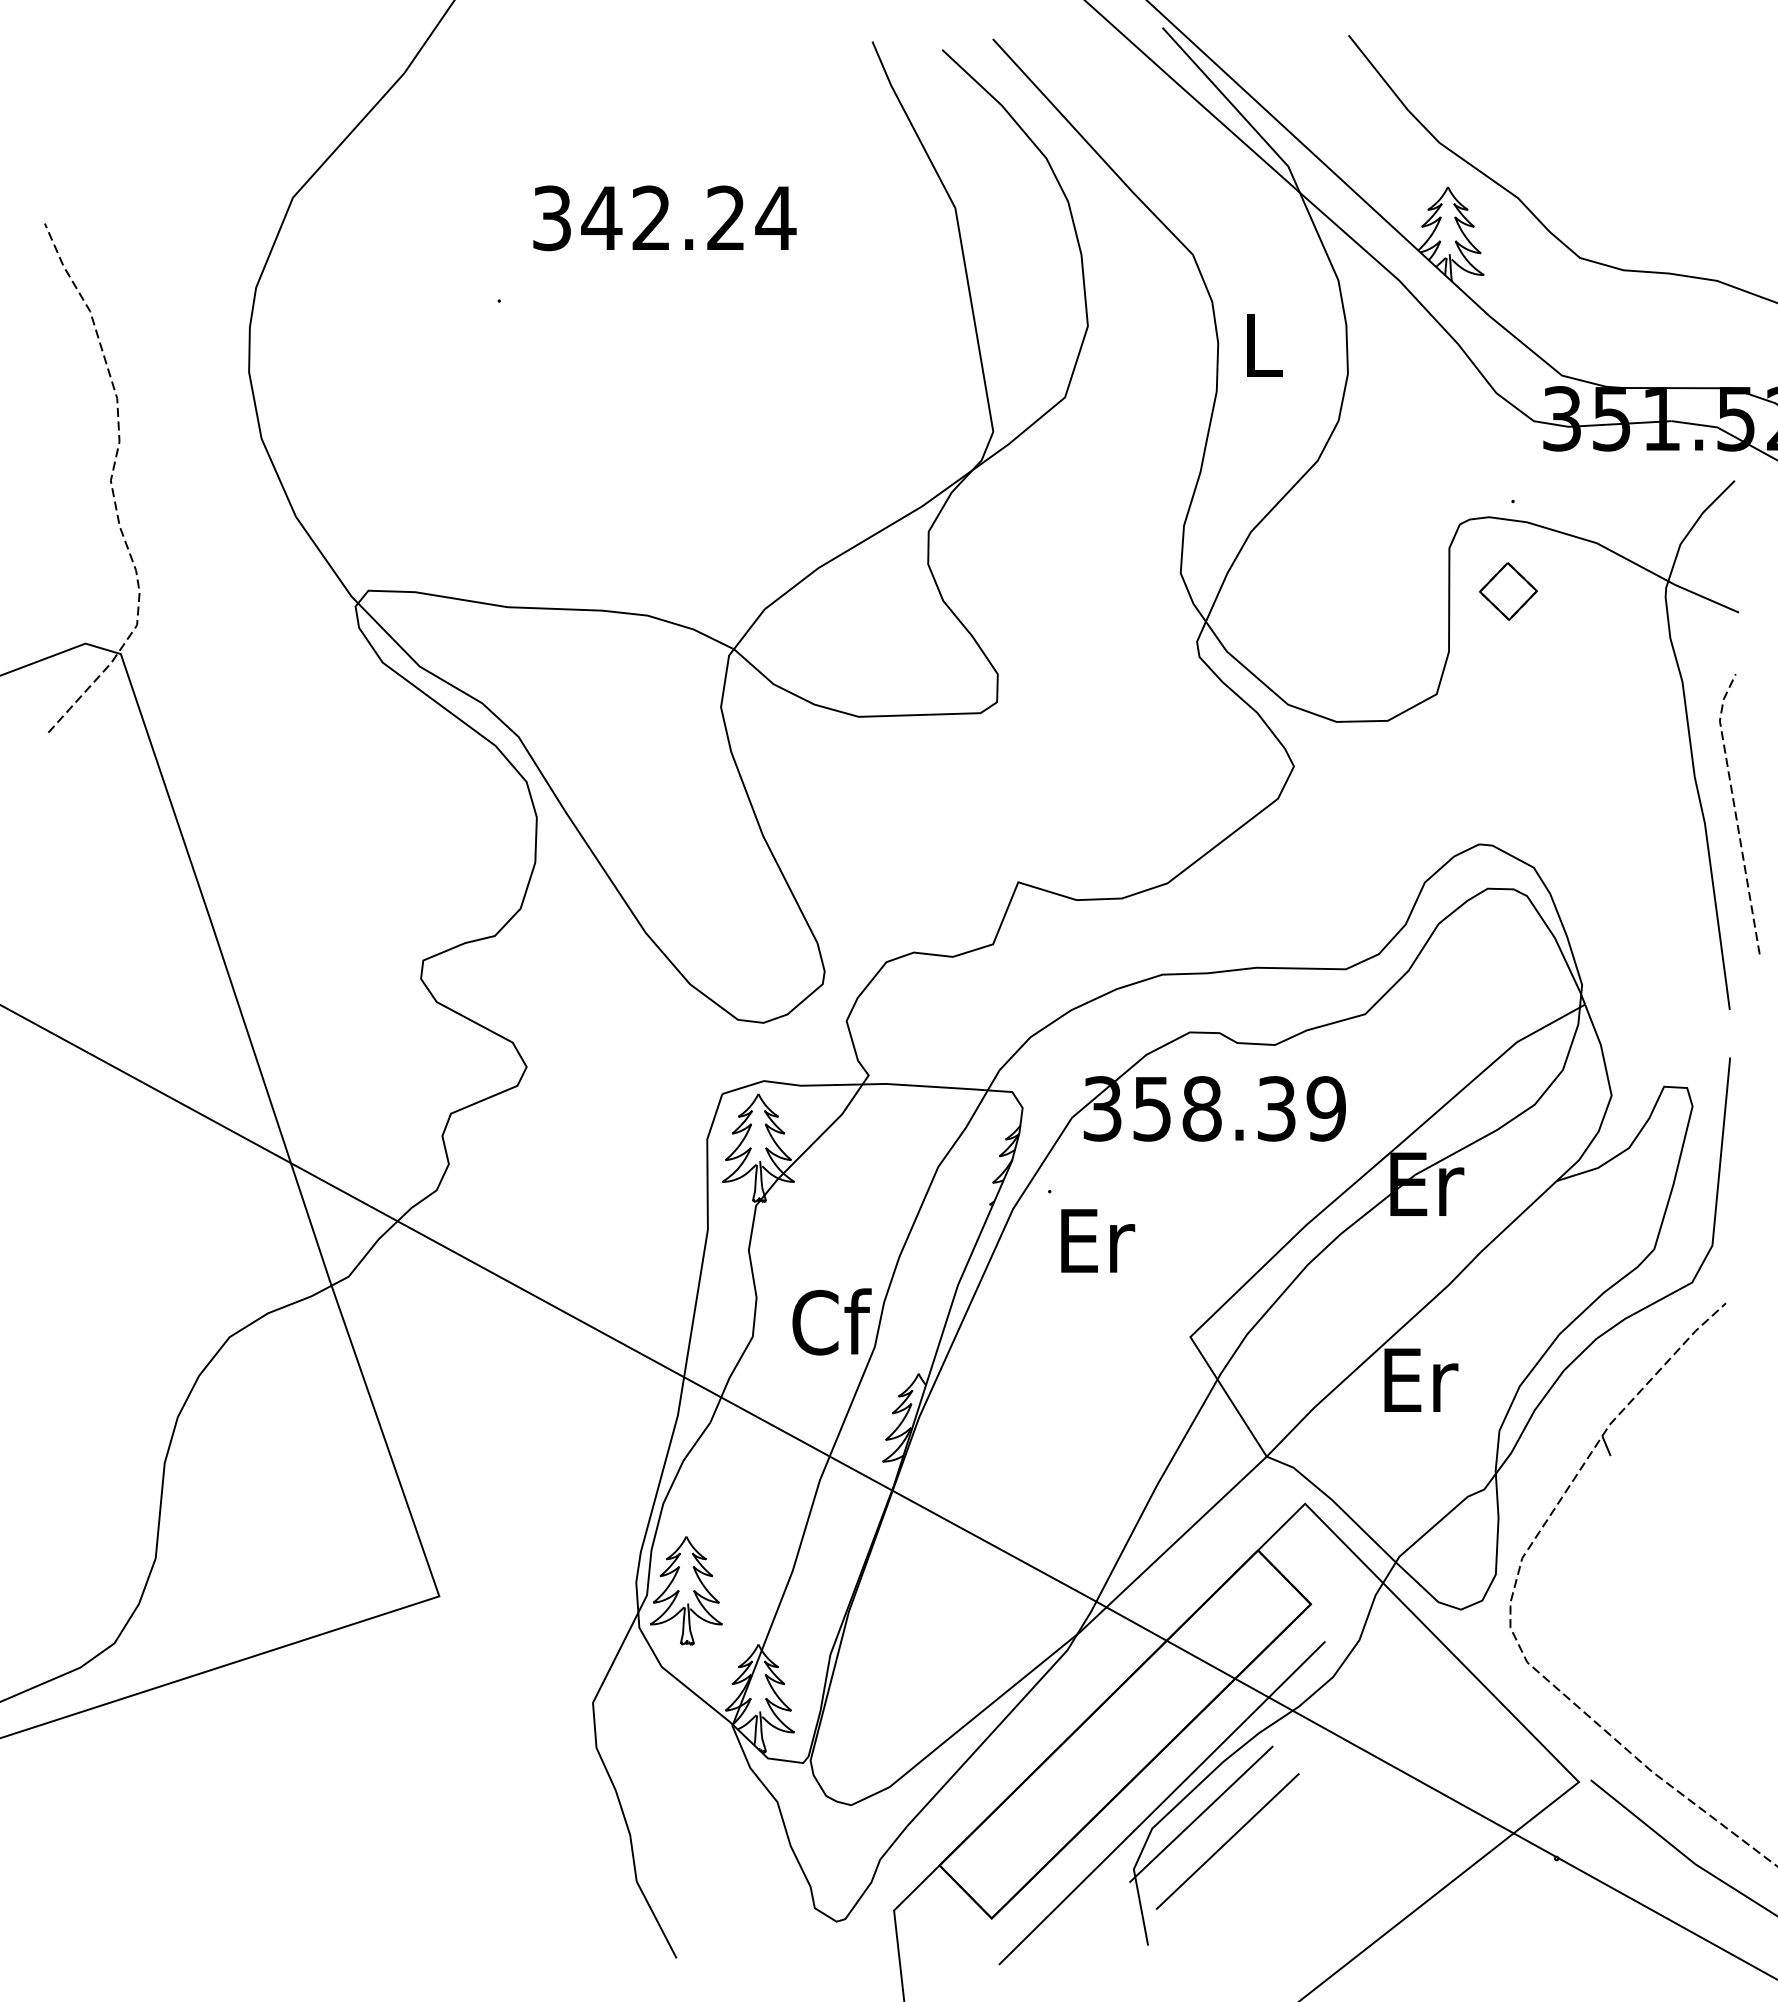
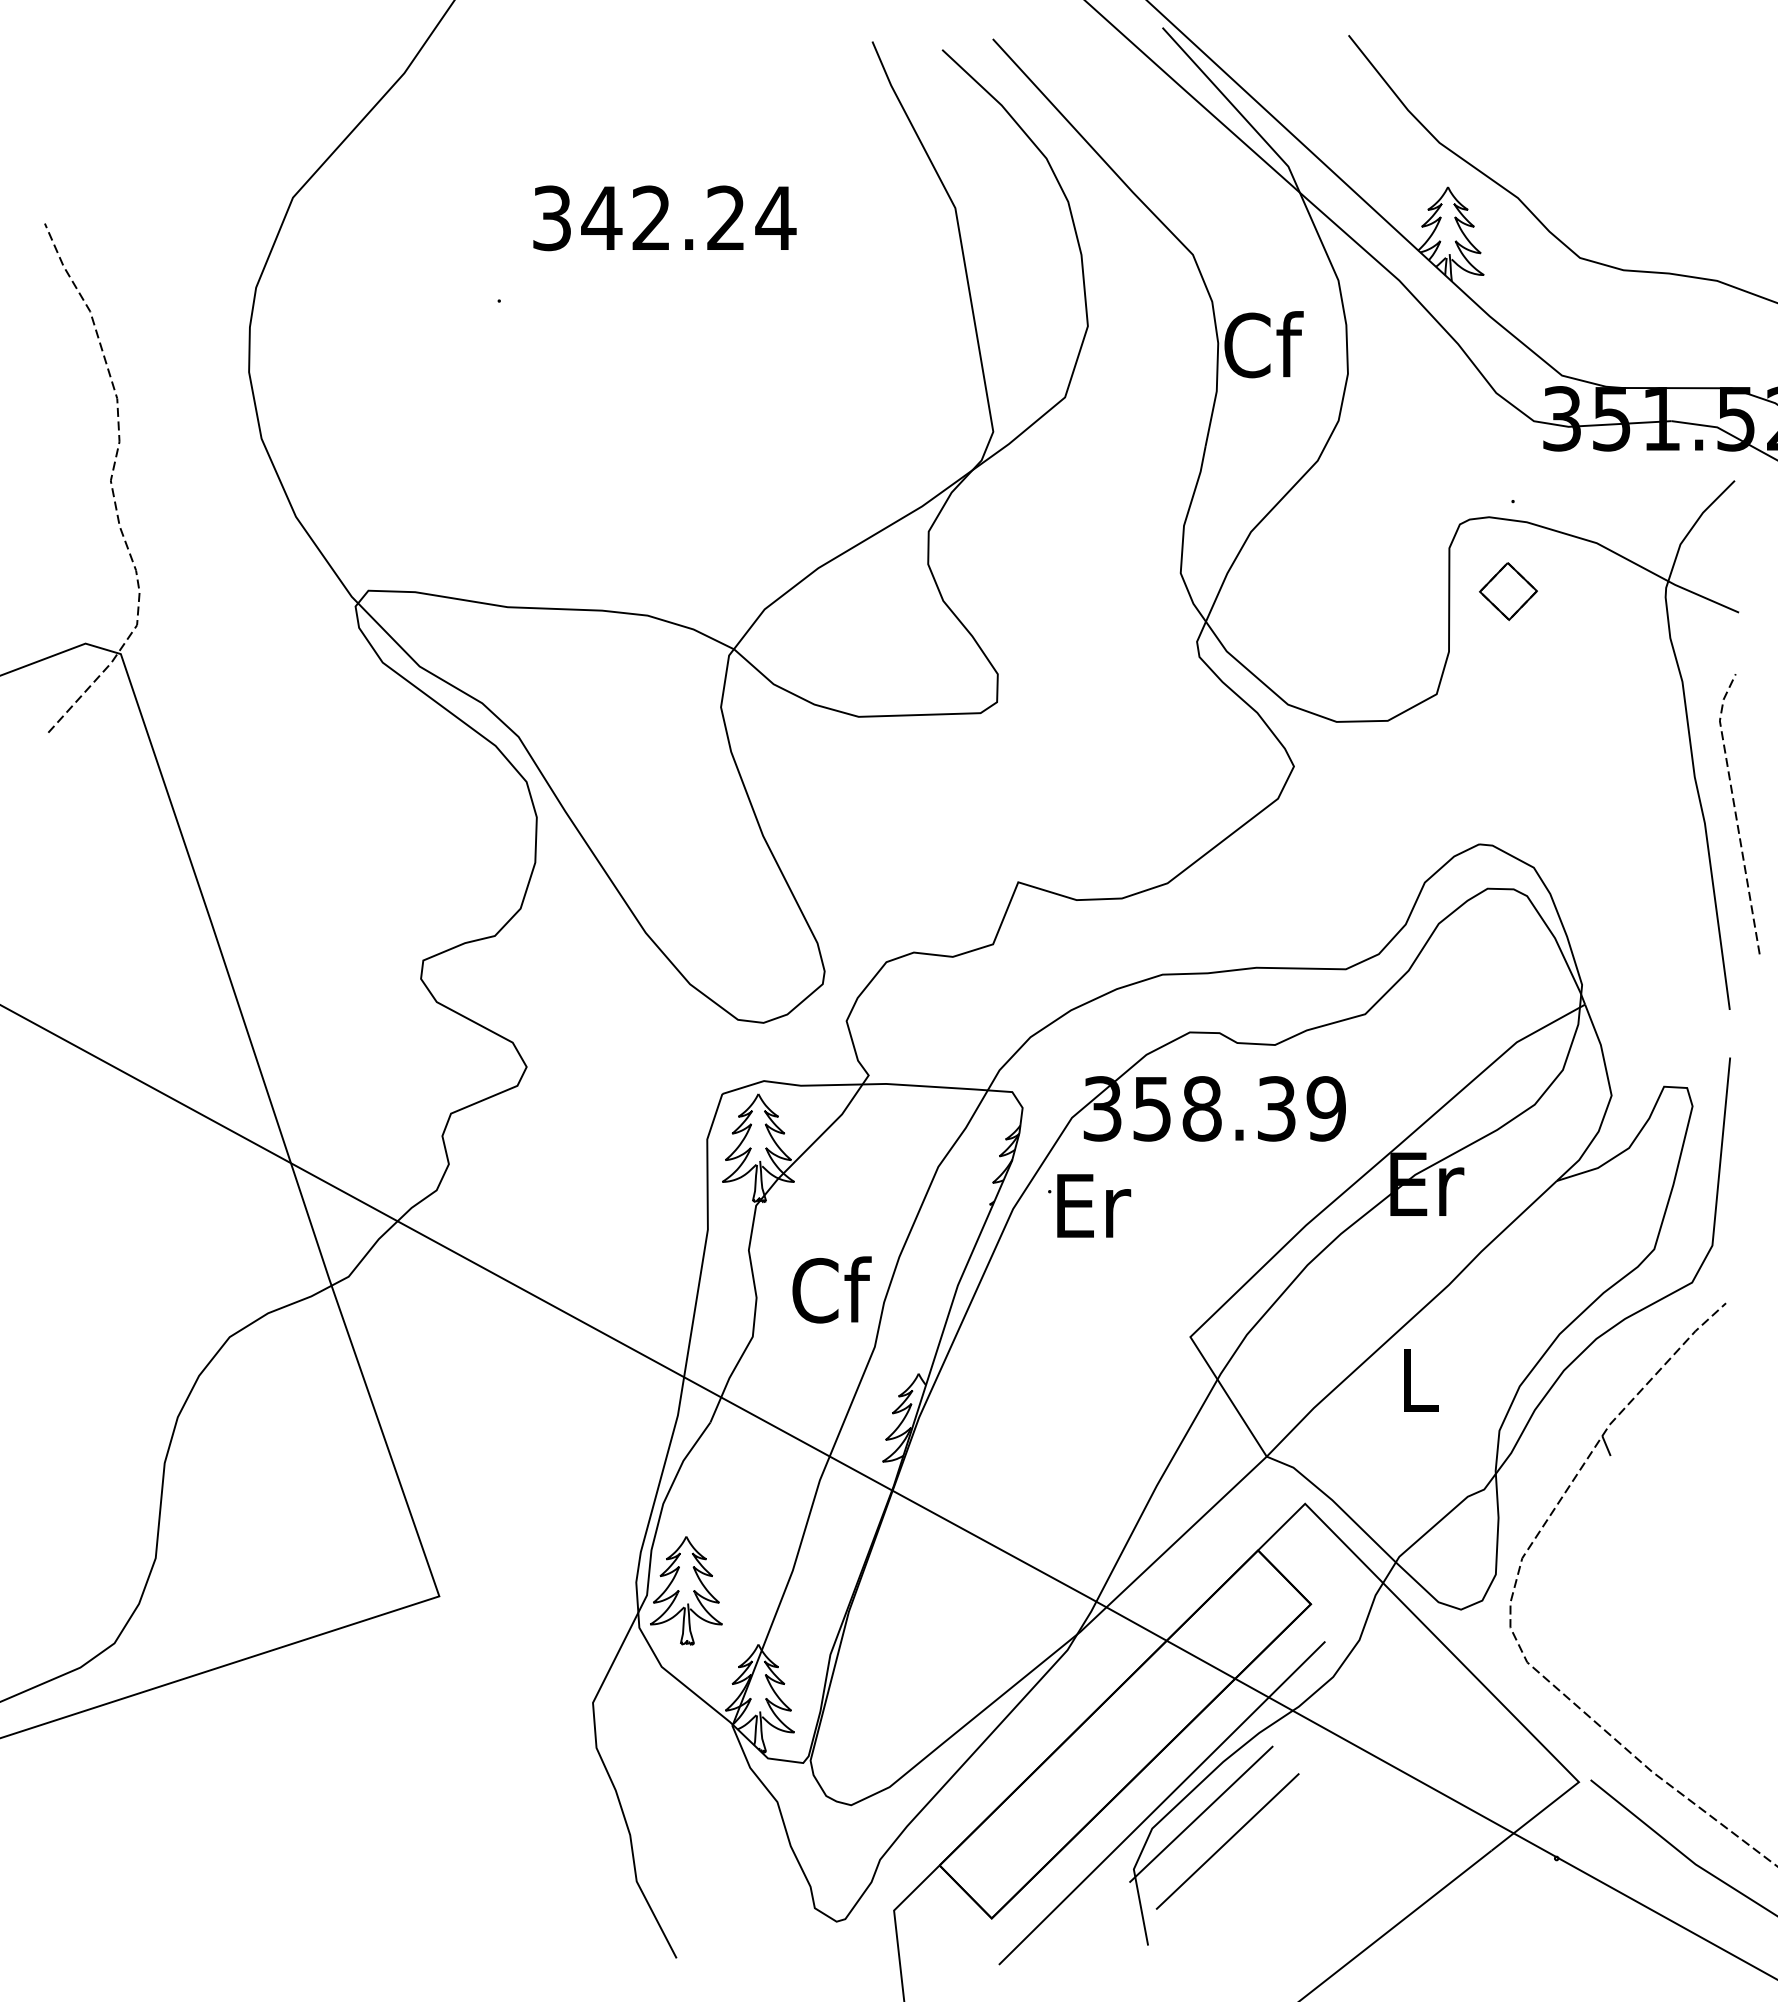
text at (1263, 344): L -> Cf
text at (1098, 1240) position: (1098, 1240) -> (1094, 1205)
text at (831, 1321) position: (831, 1321) -> (831, 1289)
text at (1421, 1379): Er -> L
